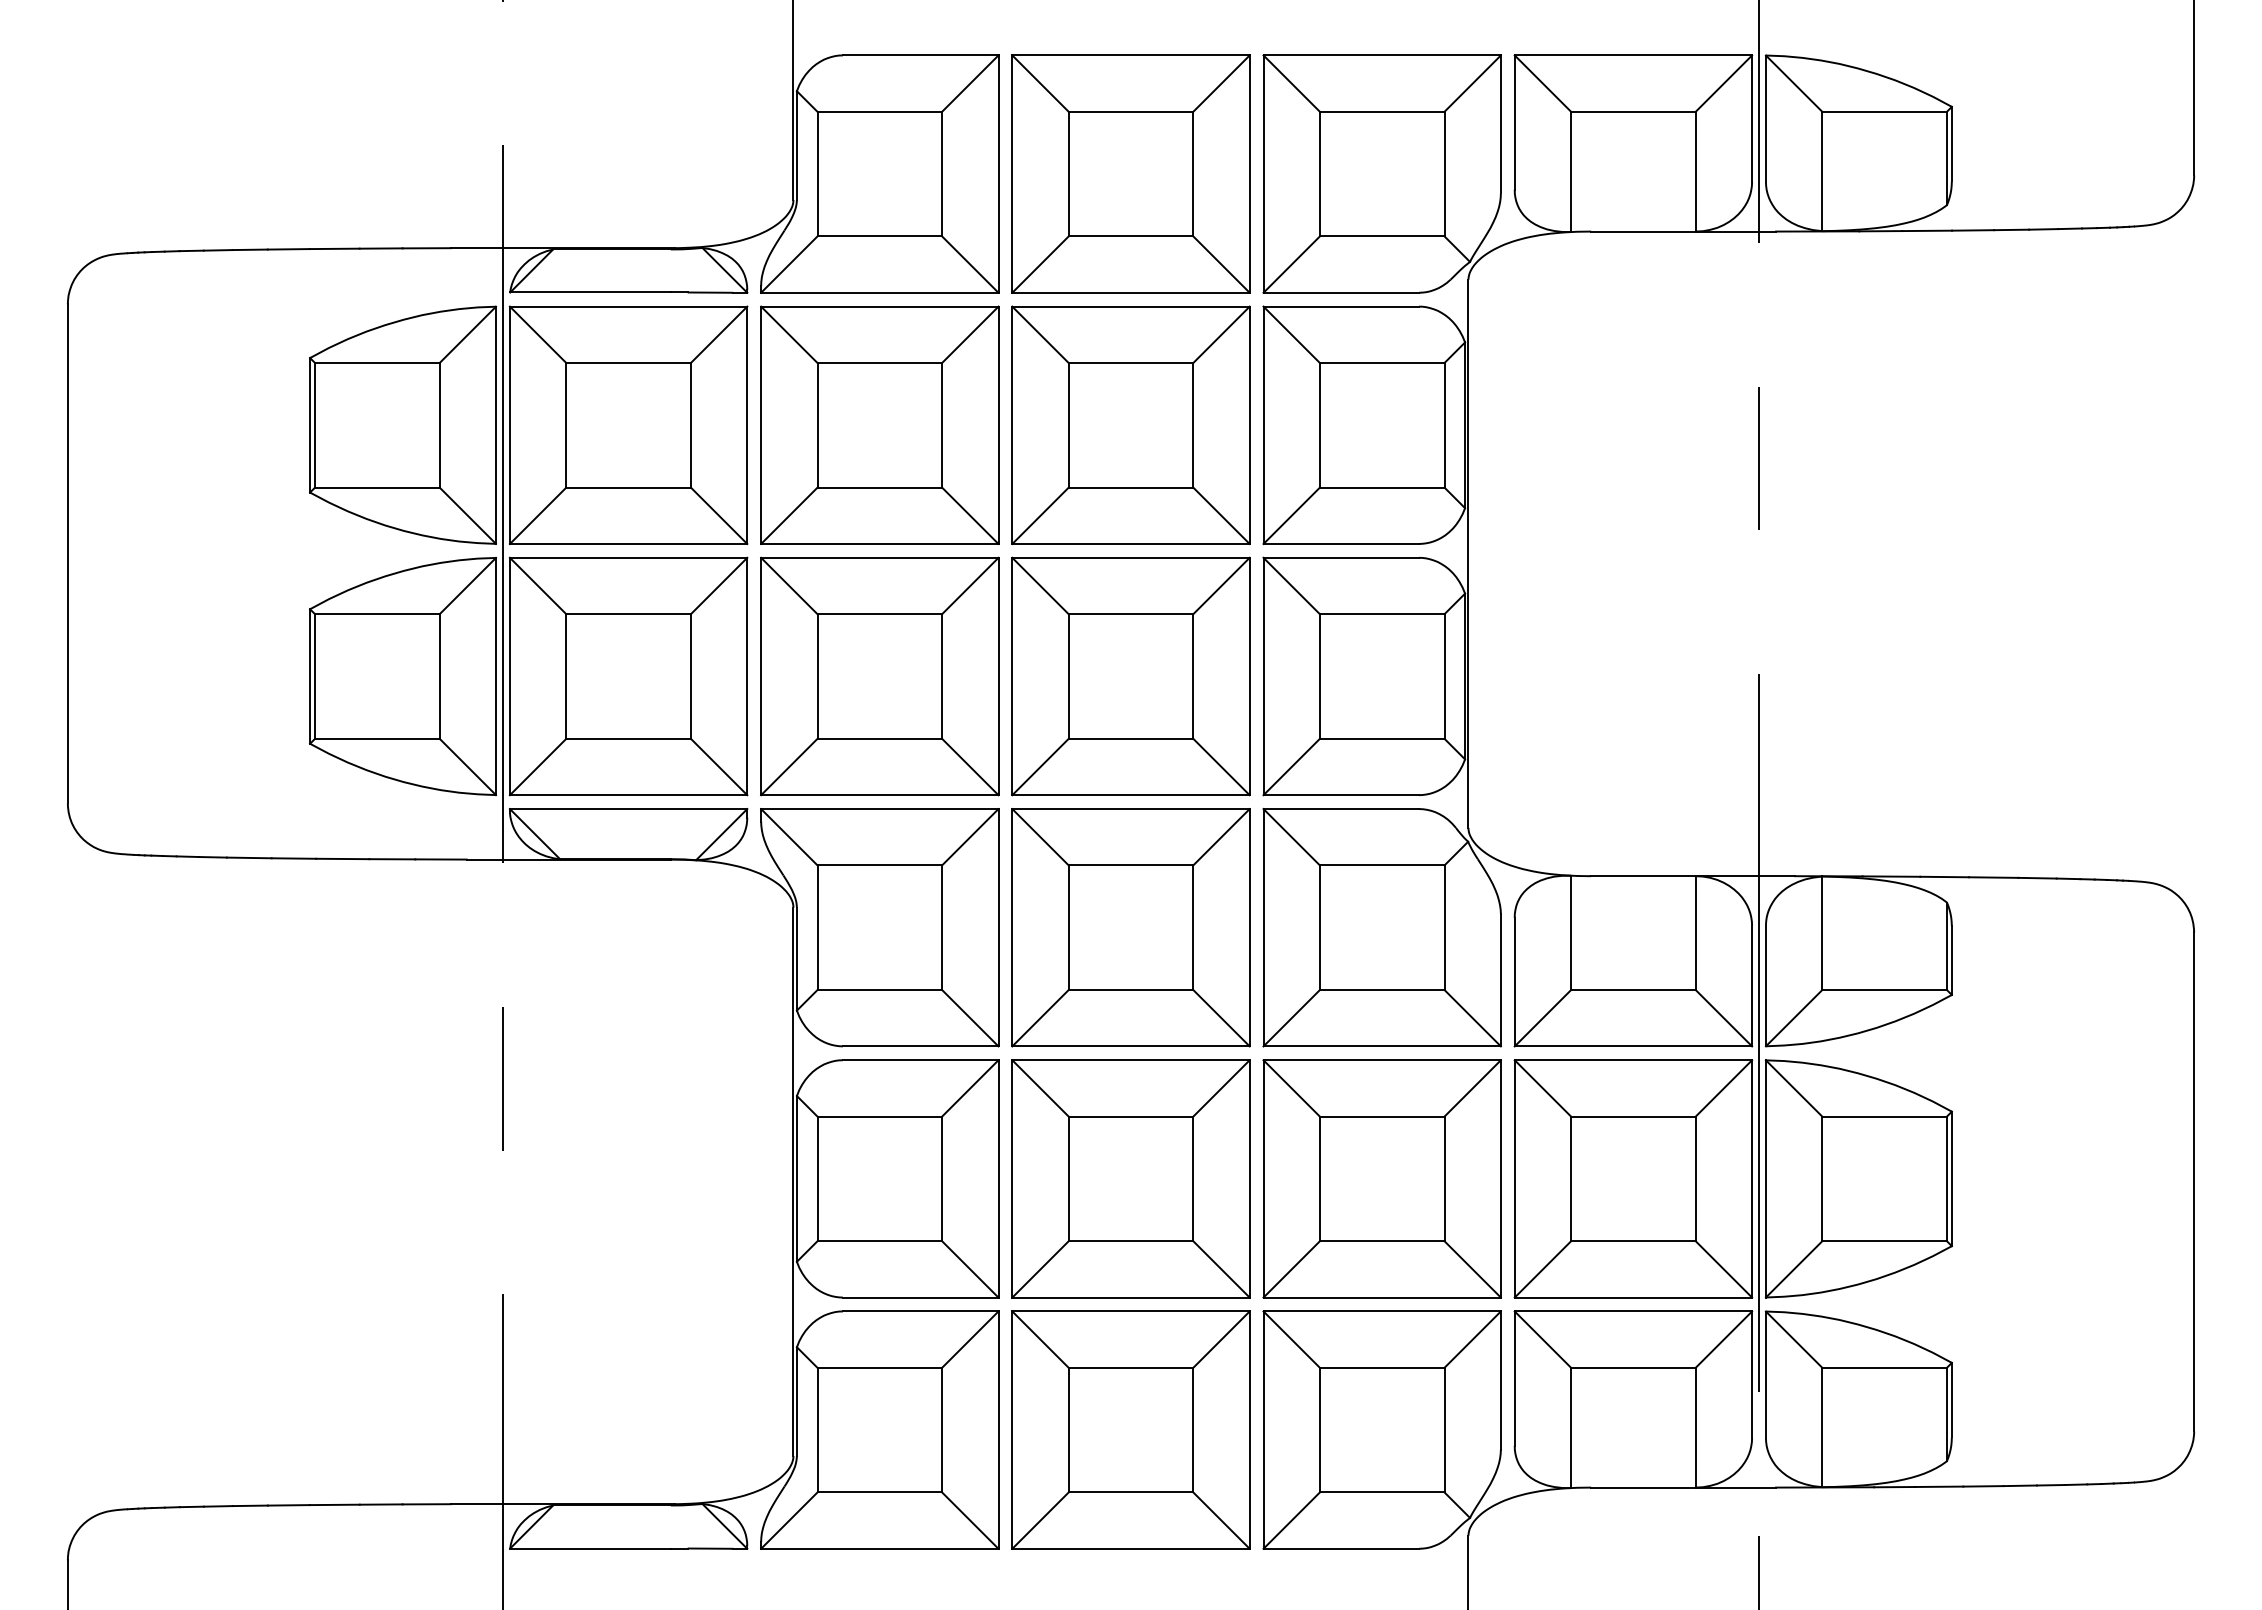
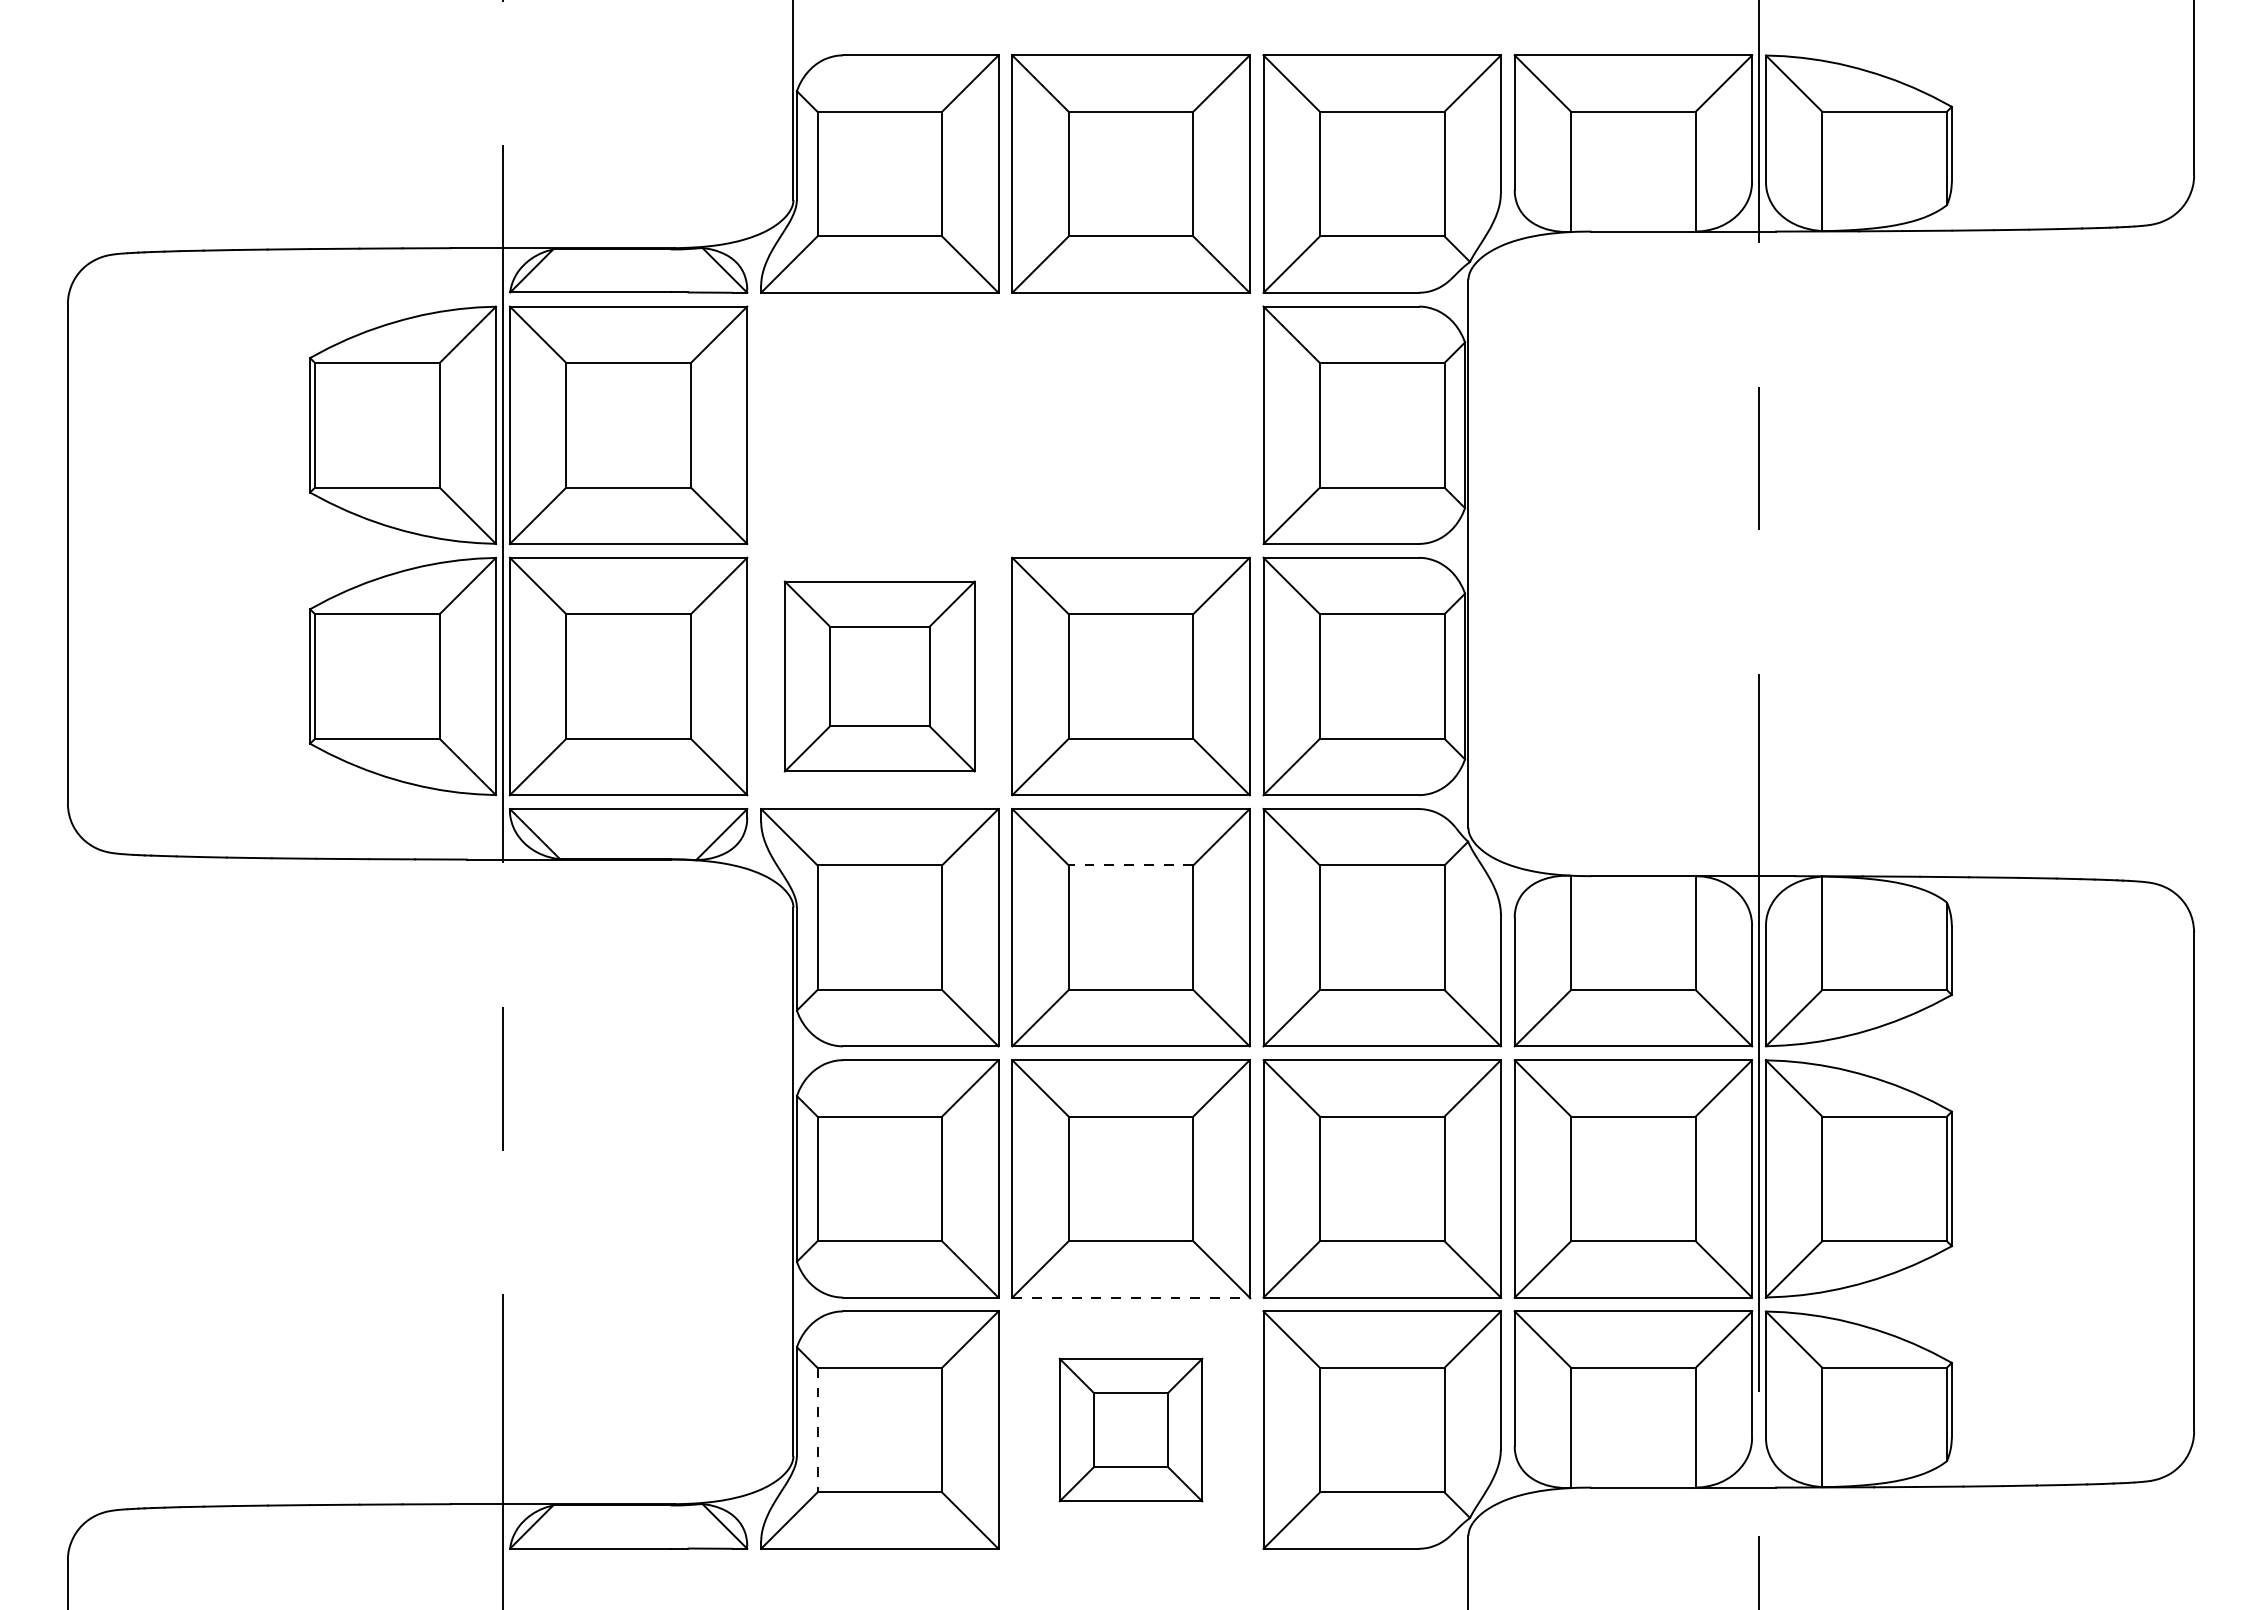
part at (879, 425): present -> none
part at (1130, 425): present -> none
part at (879, 676) size: 240x241 px -> 193x193 px
line at (1130, 865): solid -> dashed
line at (1131, 1297): solid -> dashed
part at (1130, 1429) size: 240x240 px -> 146x146 px
line at (817, 1430): solid -> dashed
